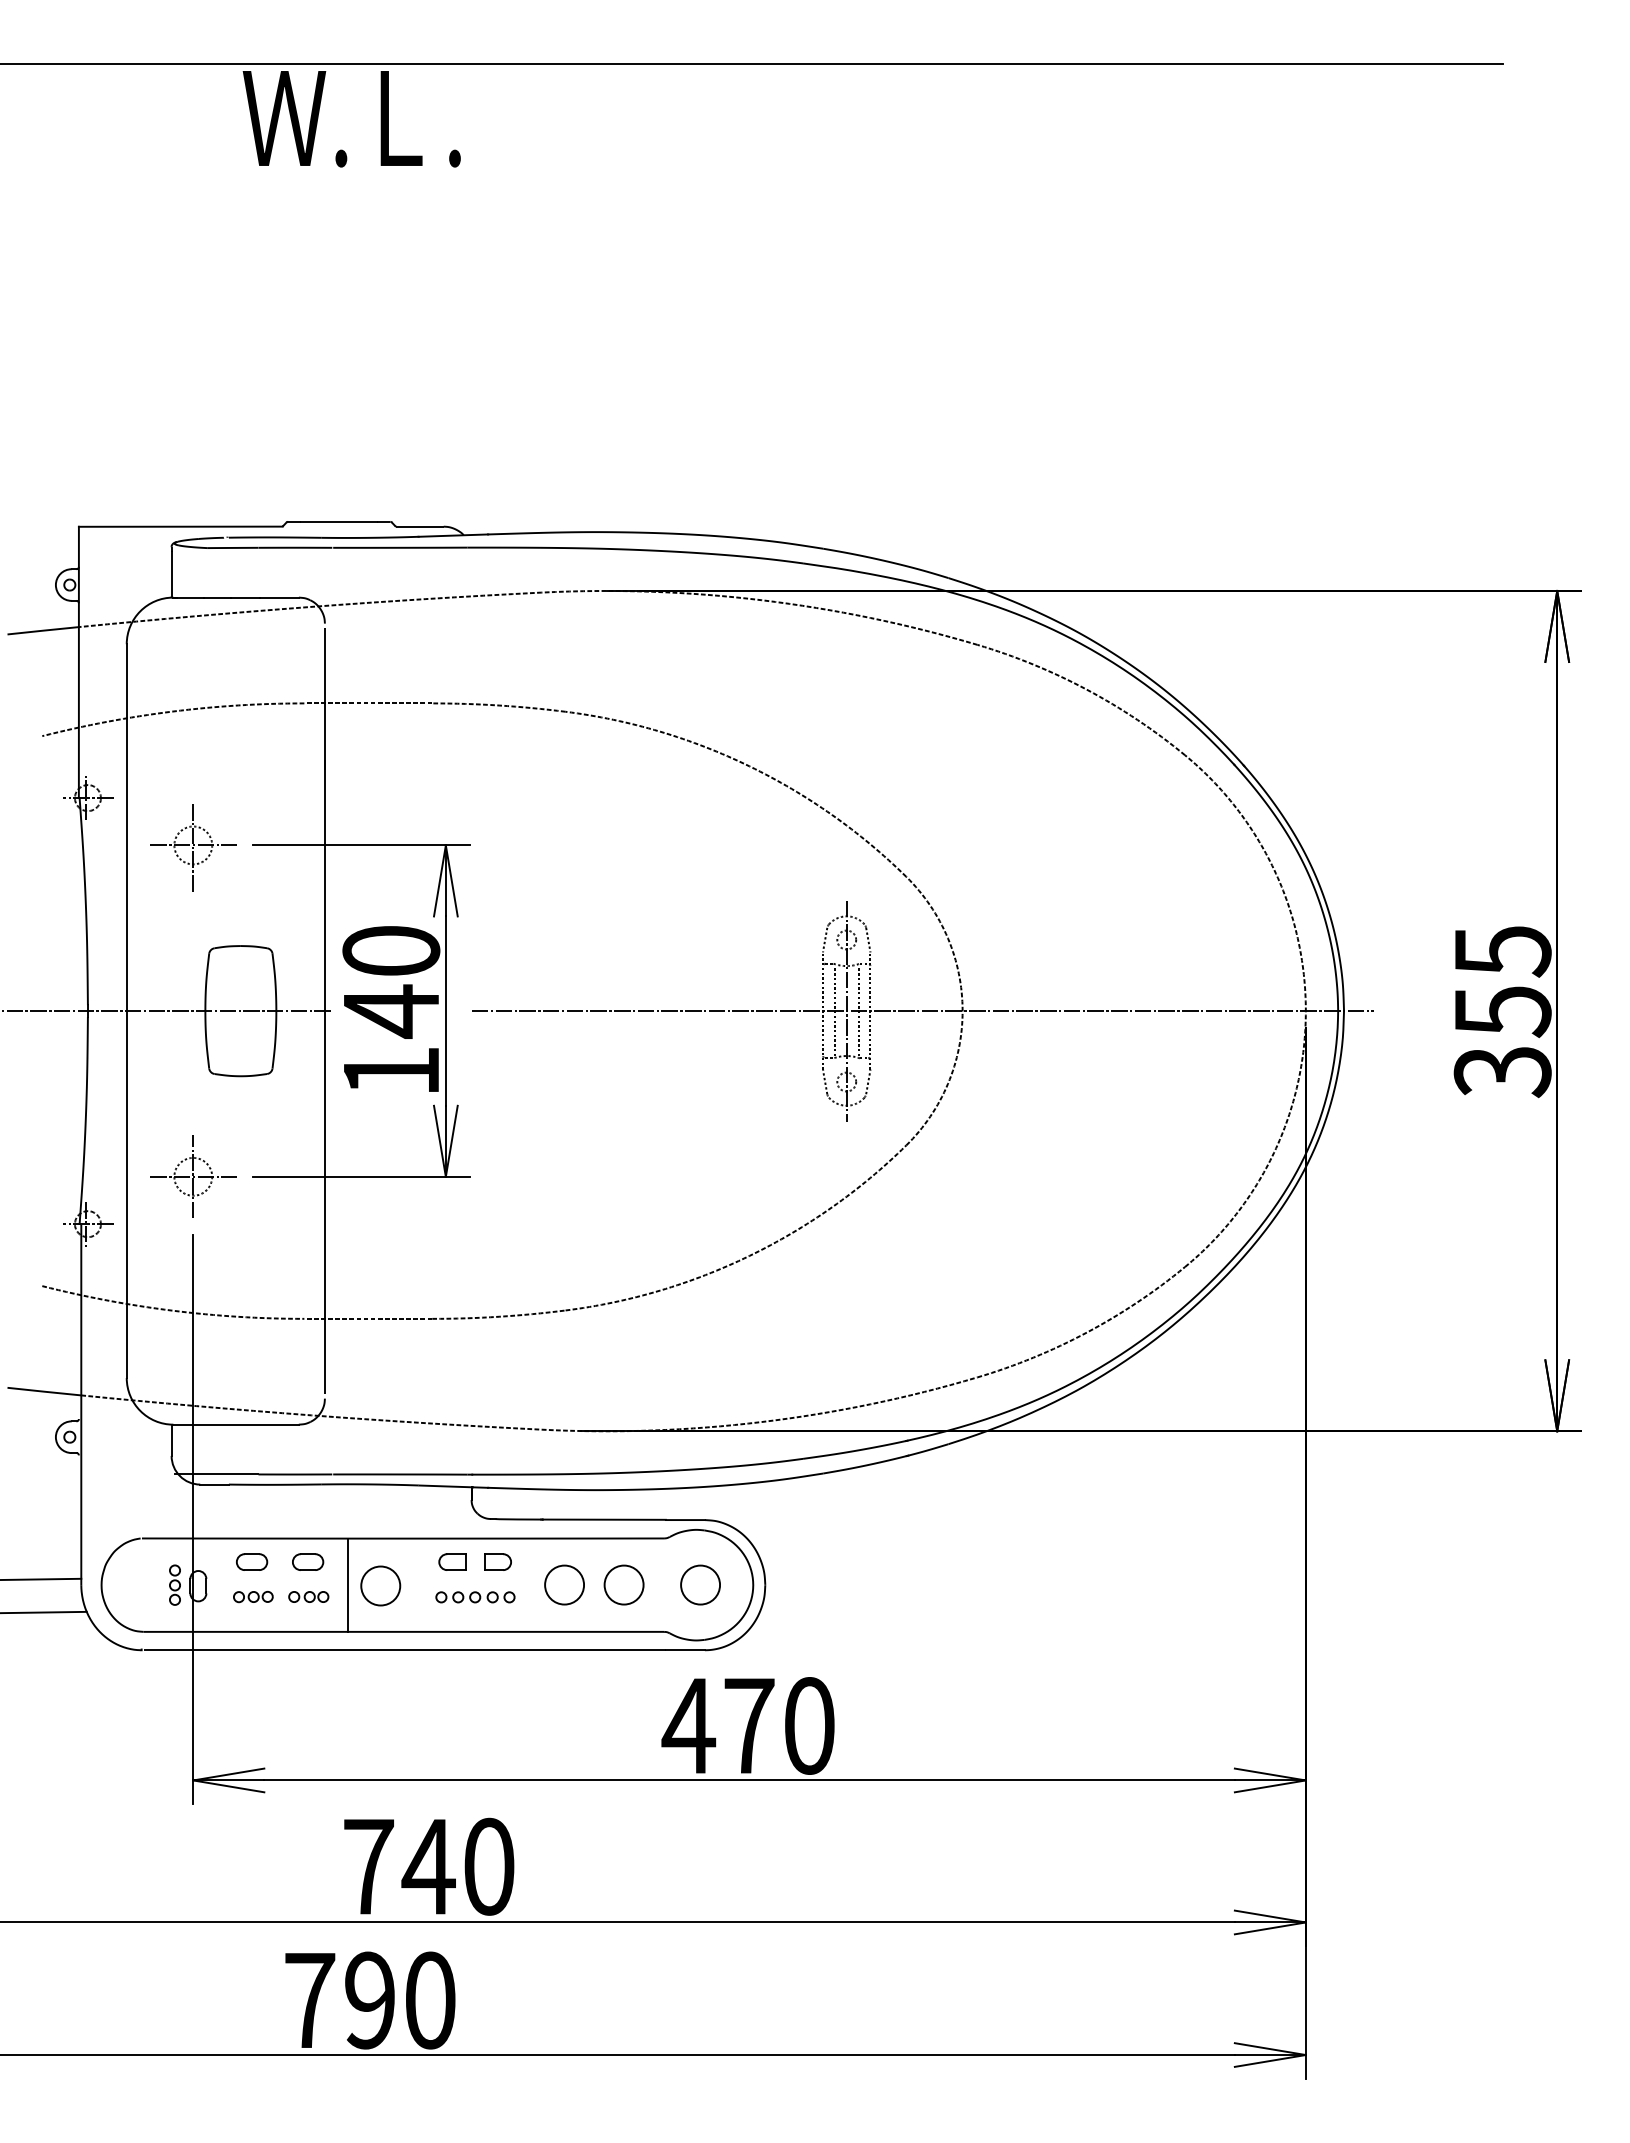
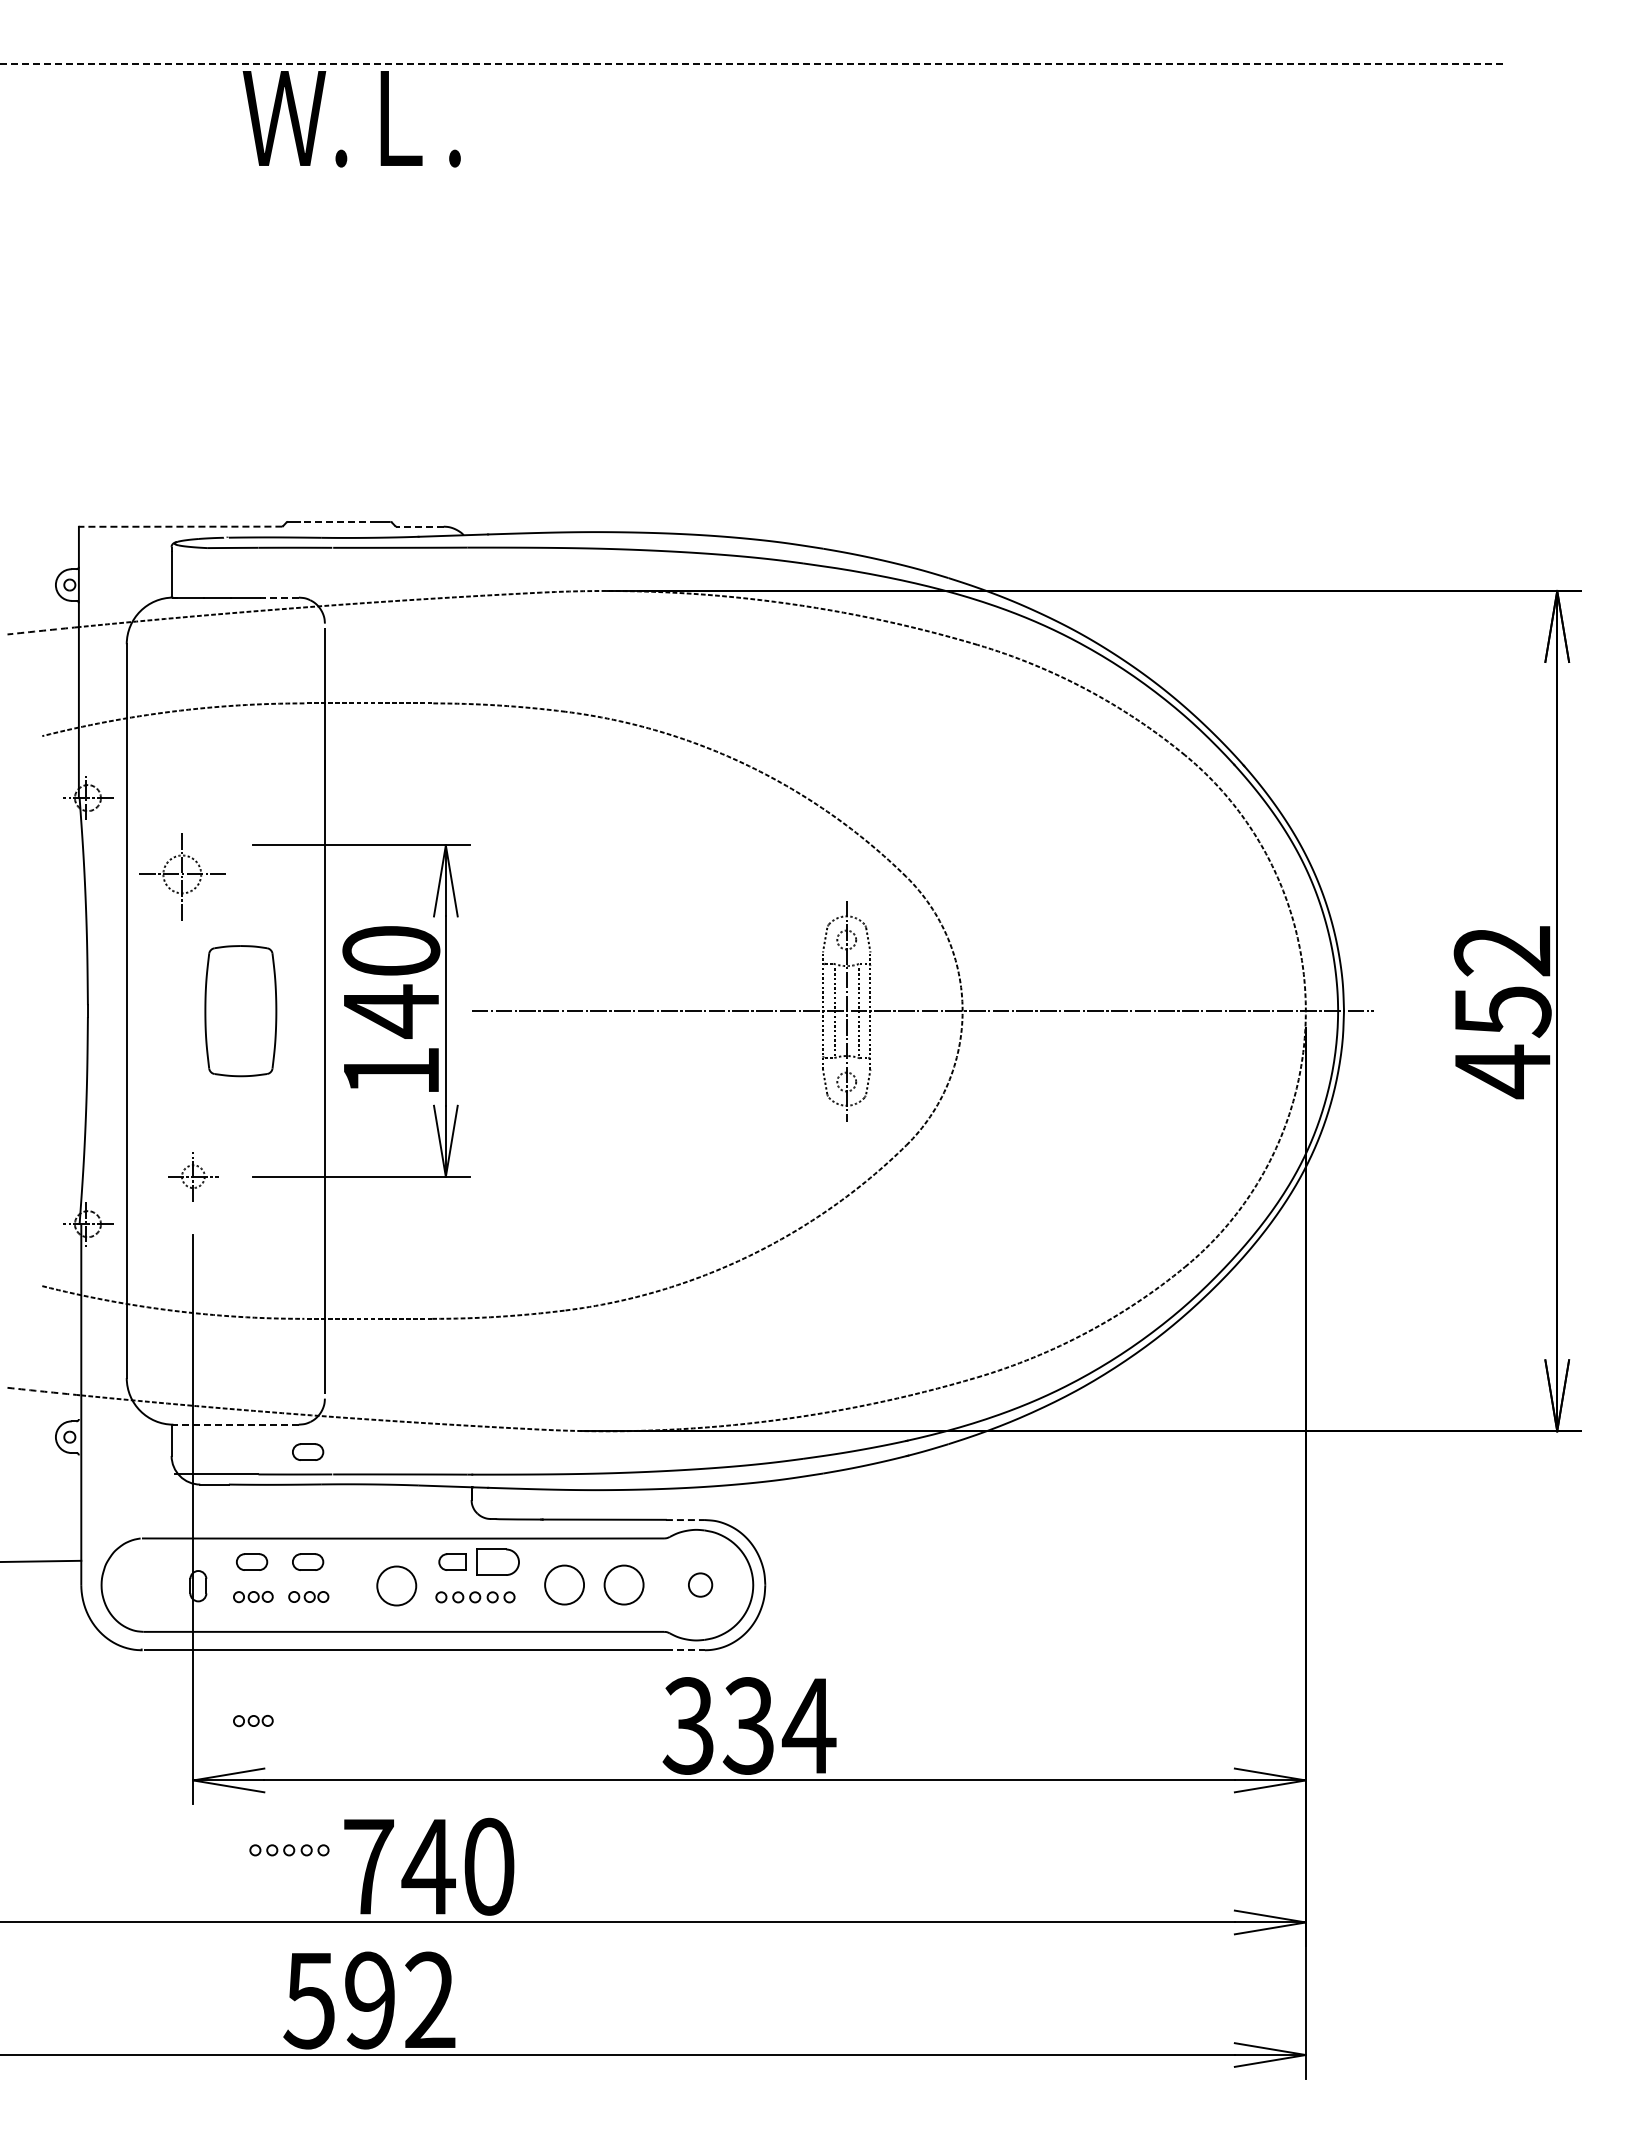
line at (750, 64): solid -> dashed
line at (339, 521): solid -> dashed
line at (180, 526): solid -> dashed
line at (420, 526): solid -> dashed
line at (278, 597): solid -> dashed
arc at (43, 630): solid -> dashed
part at (193, 847) position: (193, 847) -> (182, 876)
line at (166, 1011): present -> none
text at (1502, 1012): 355 -> 452
part at (193, 1176) size: 87x83 px -> 51x50 px
arc at (44, 1391): solid -> dashed
line at (236, 1424): solid -> dashed
part at (308, 1451): none -> present
line at (685, 1520): solid -> dashed
part at (497, 1561) size: 28x18 px -> 44x28 px
line at (41, 1578) position: (41, 1578) -> (41, 1560)
part at (174, 1584): present -> none
line at (347, 1584): present -> none
circle at (700, 1584) diameter: 39 px -> 23 px
circle at (380, 1585) position: (380, 1585) -> (396, 1585)
line at (44, 1612): present -> none
line at (685, 1650): solid -> dashed
part at (253, 1720): none -> present
text at (748, 1725): 470 -> 334
part at (289, 1850): none -> present
text at (369, 2000): 790 -> 592
